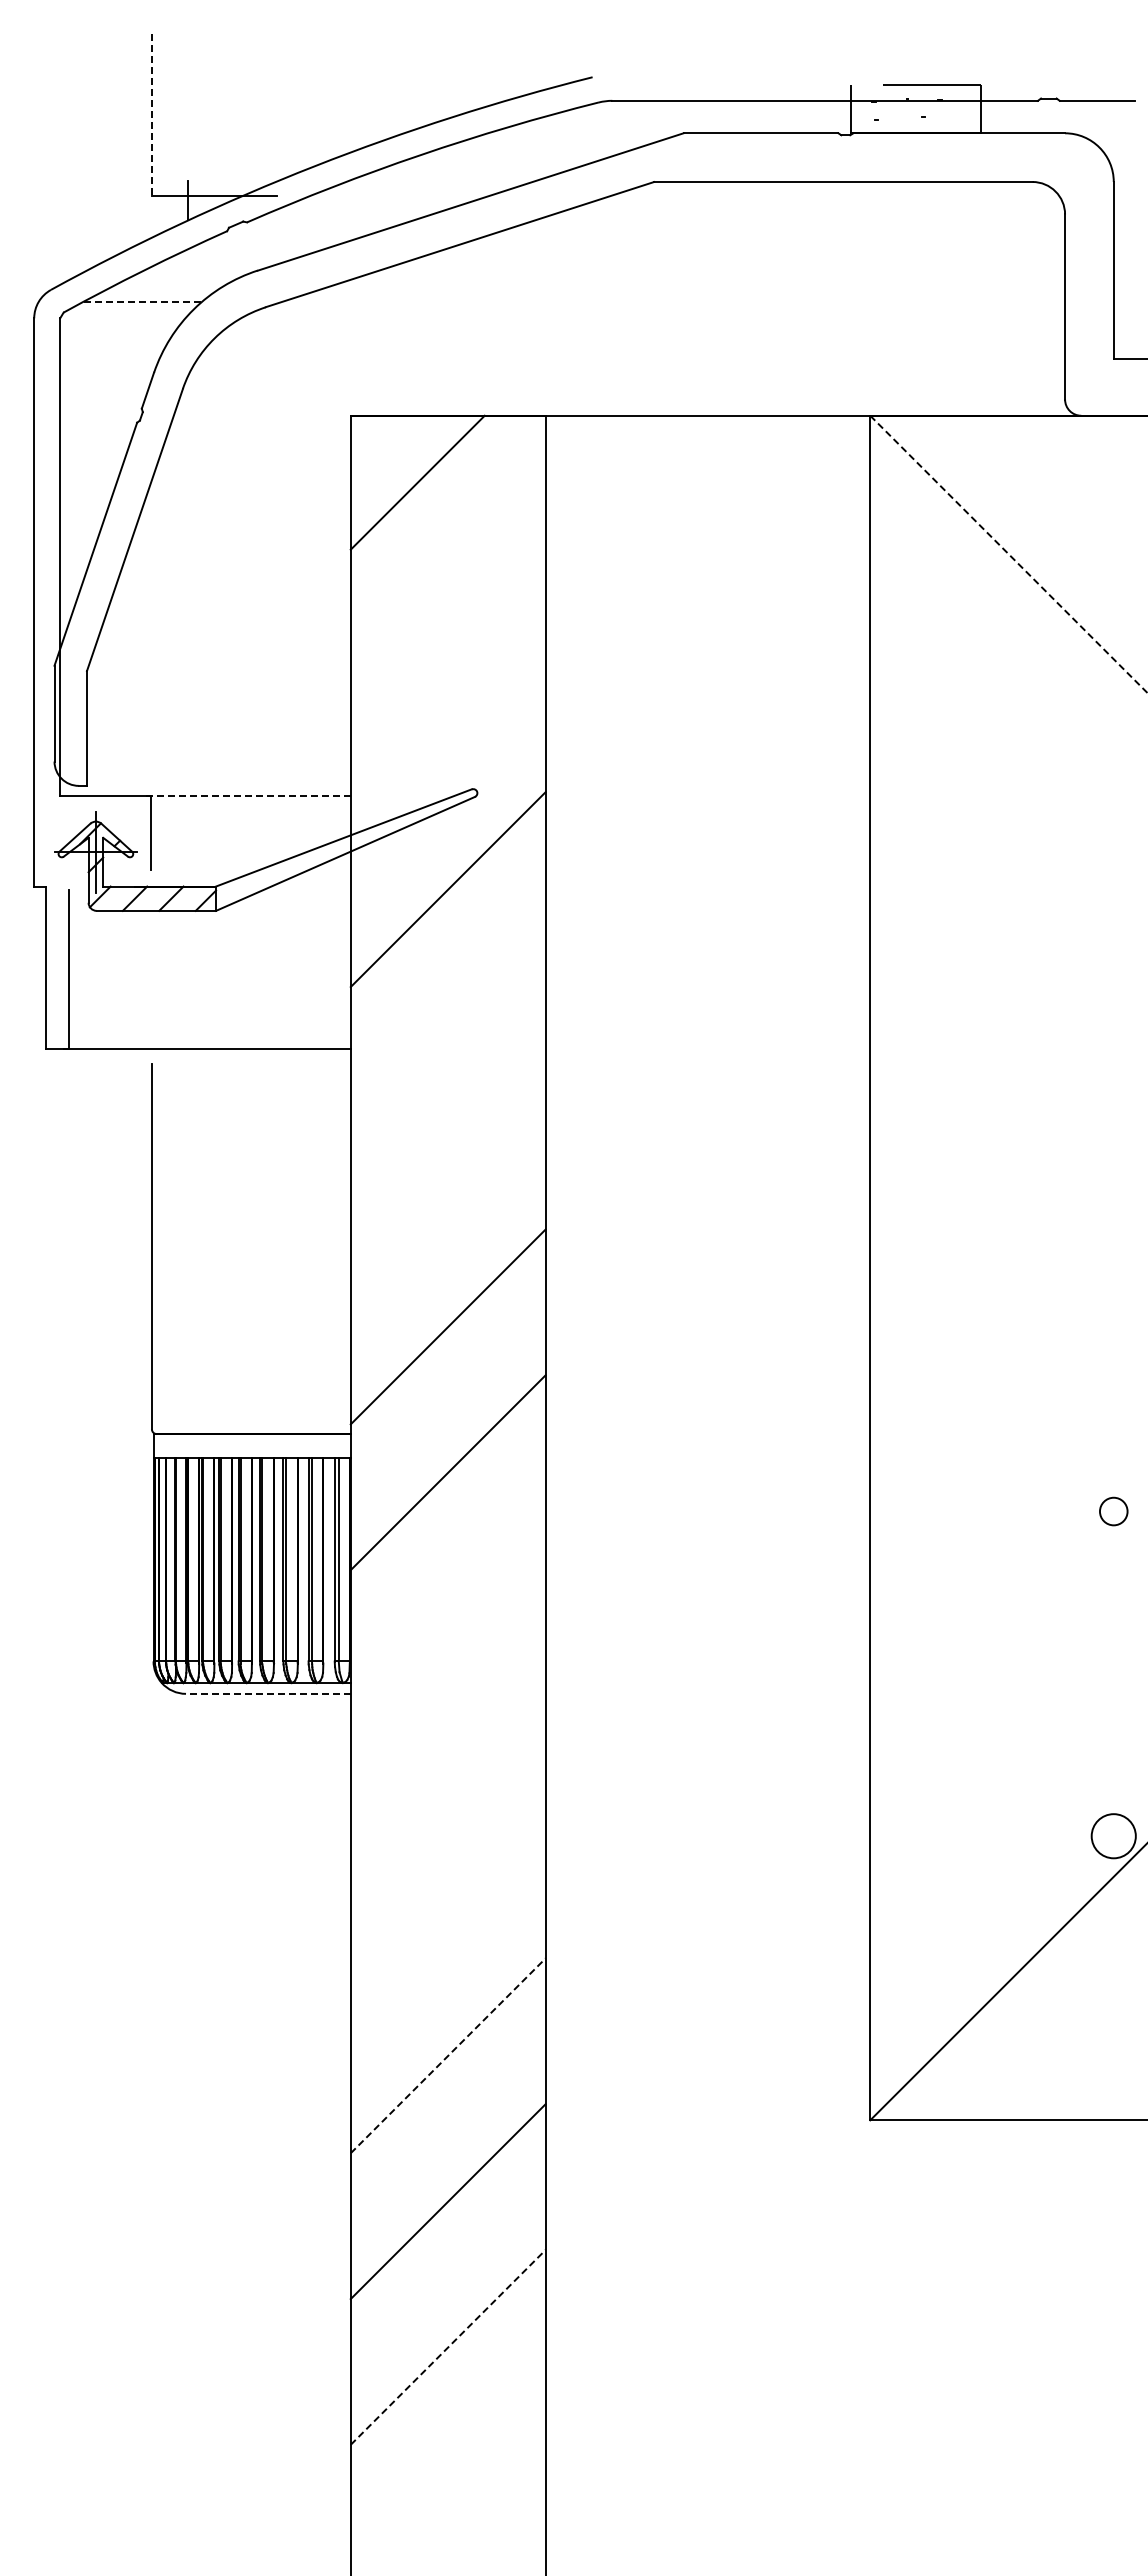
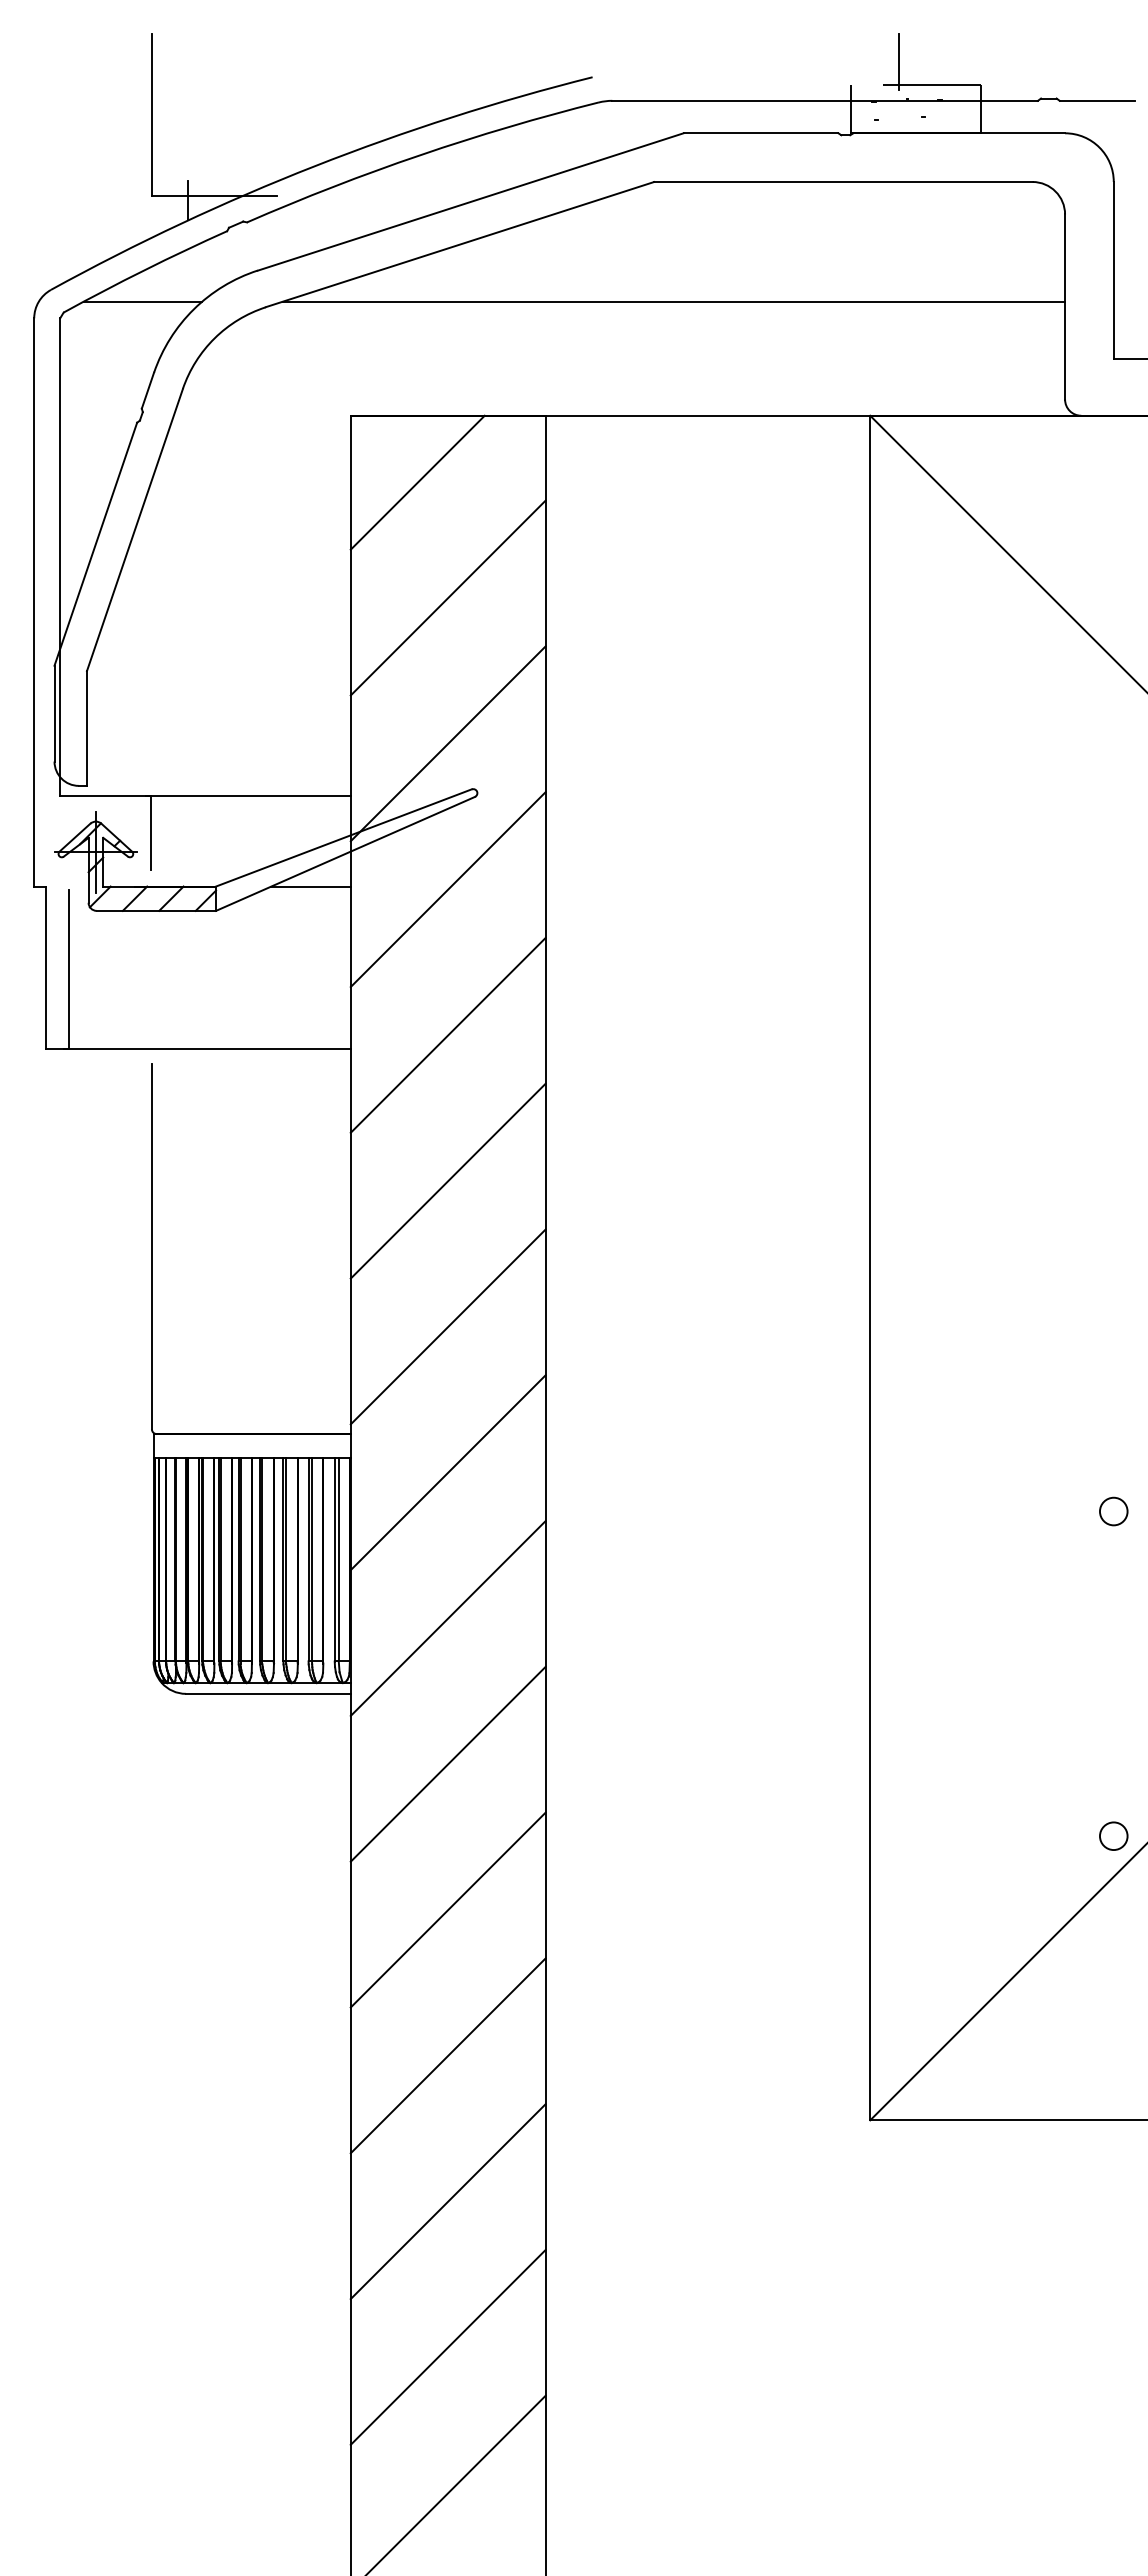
line at (898, 61): none -> present
line at (151, 115): dashed -> solid
line at (143, 301): dashed -> solid
line at (673, 301): none -> present
line at (1008, 554): dashed -> solid
line at (447, 597): none -> present
line at (447, 743): none -> present
line at (249, 795): dashed -> solid
line at (310, 886): none -> present
line at (447, 1035): none -> present
line at (447, 1180): none -> present
line at (447, 1618): none -> present
line at (267, 1693): dashed -> solid
line at (447, 1763): none -> present
circle at (1113, 1836) diameter: 44 px -> 28 px
line at (447, 1909): none -> present
line at (448, 2055): dashed -> solid
line at (448, 2347): dashed -> solid
line at (456, 2483): none -> present
